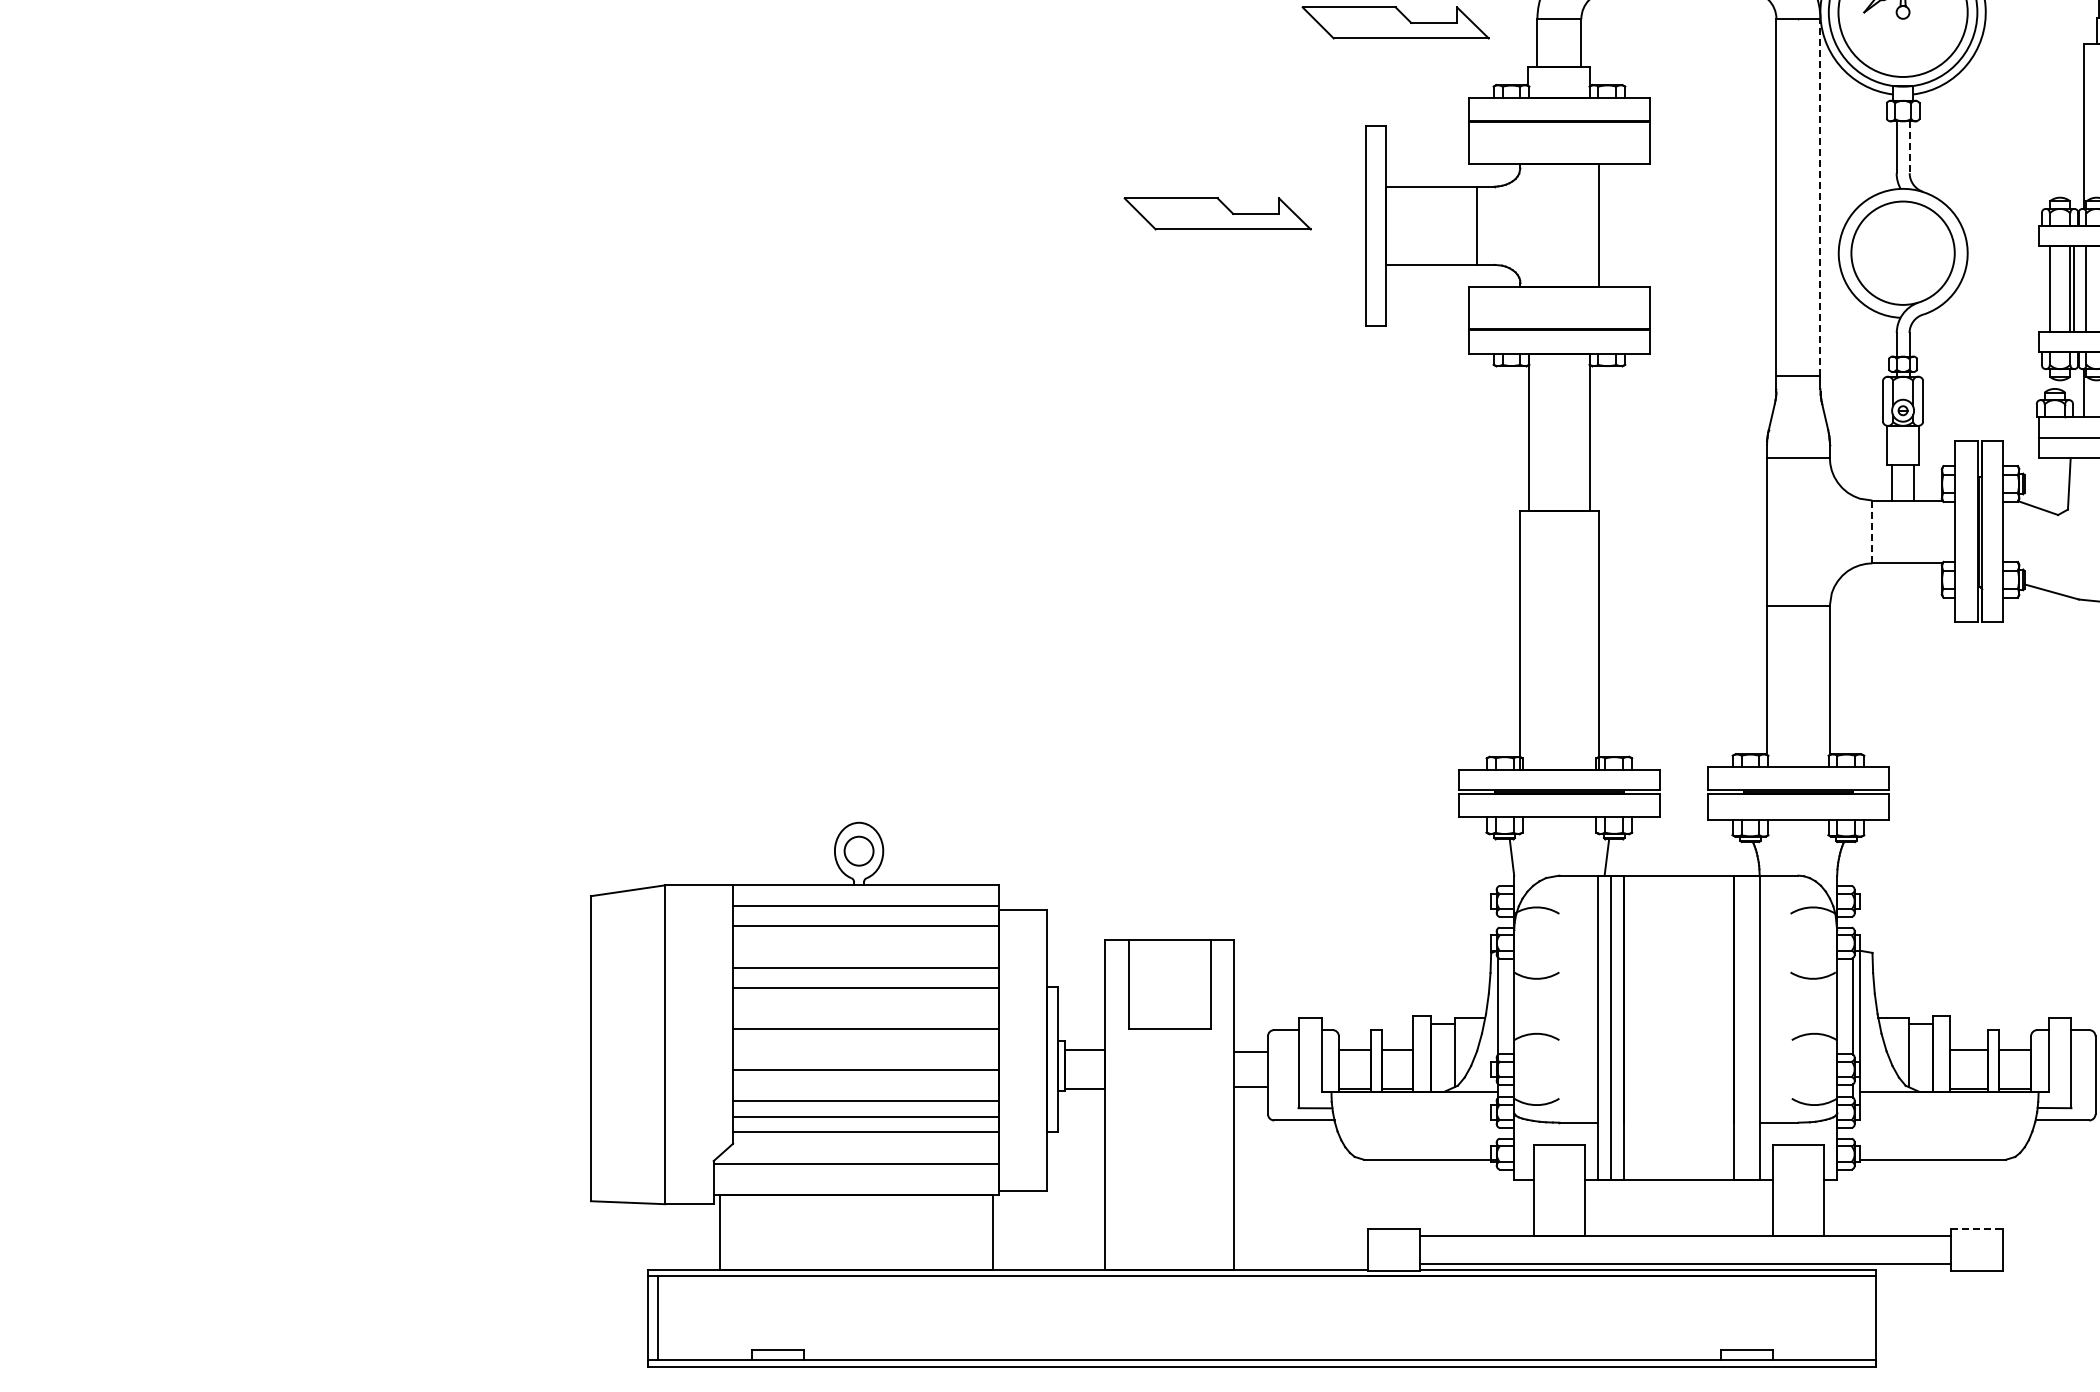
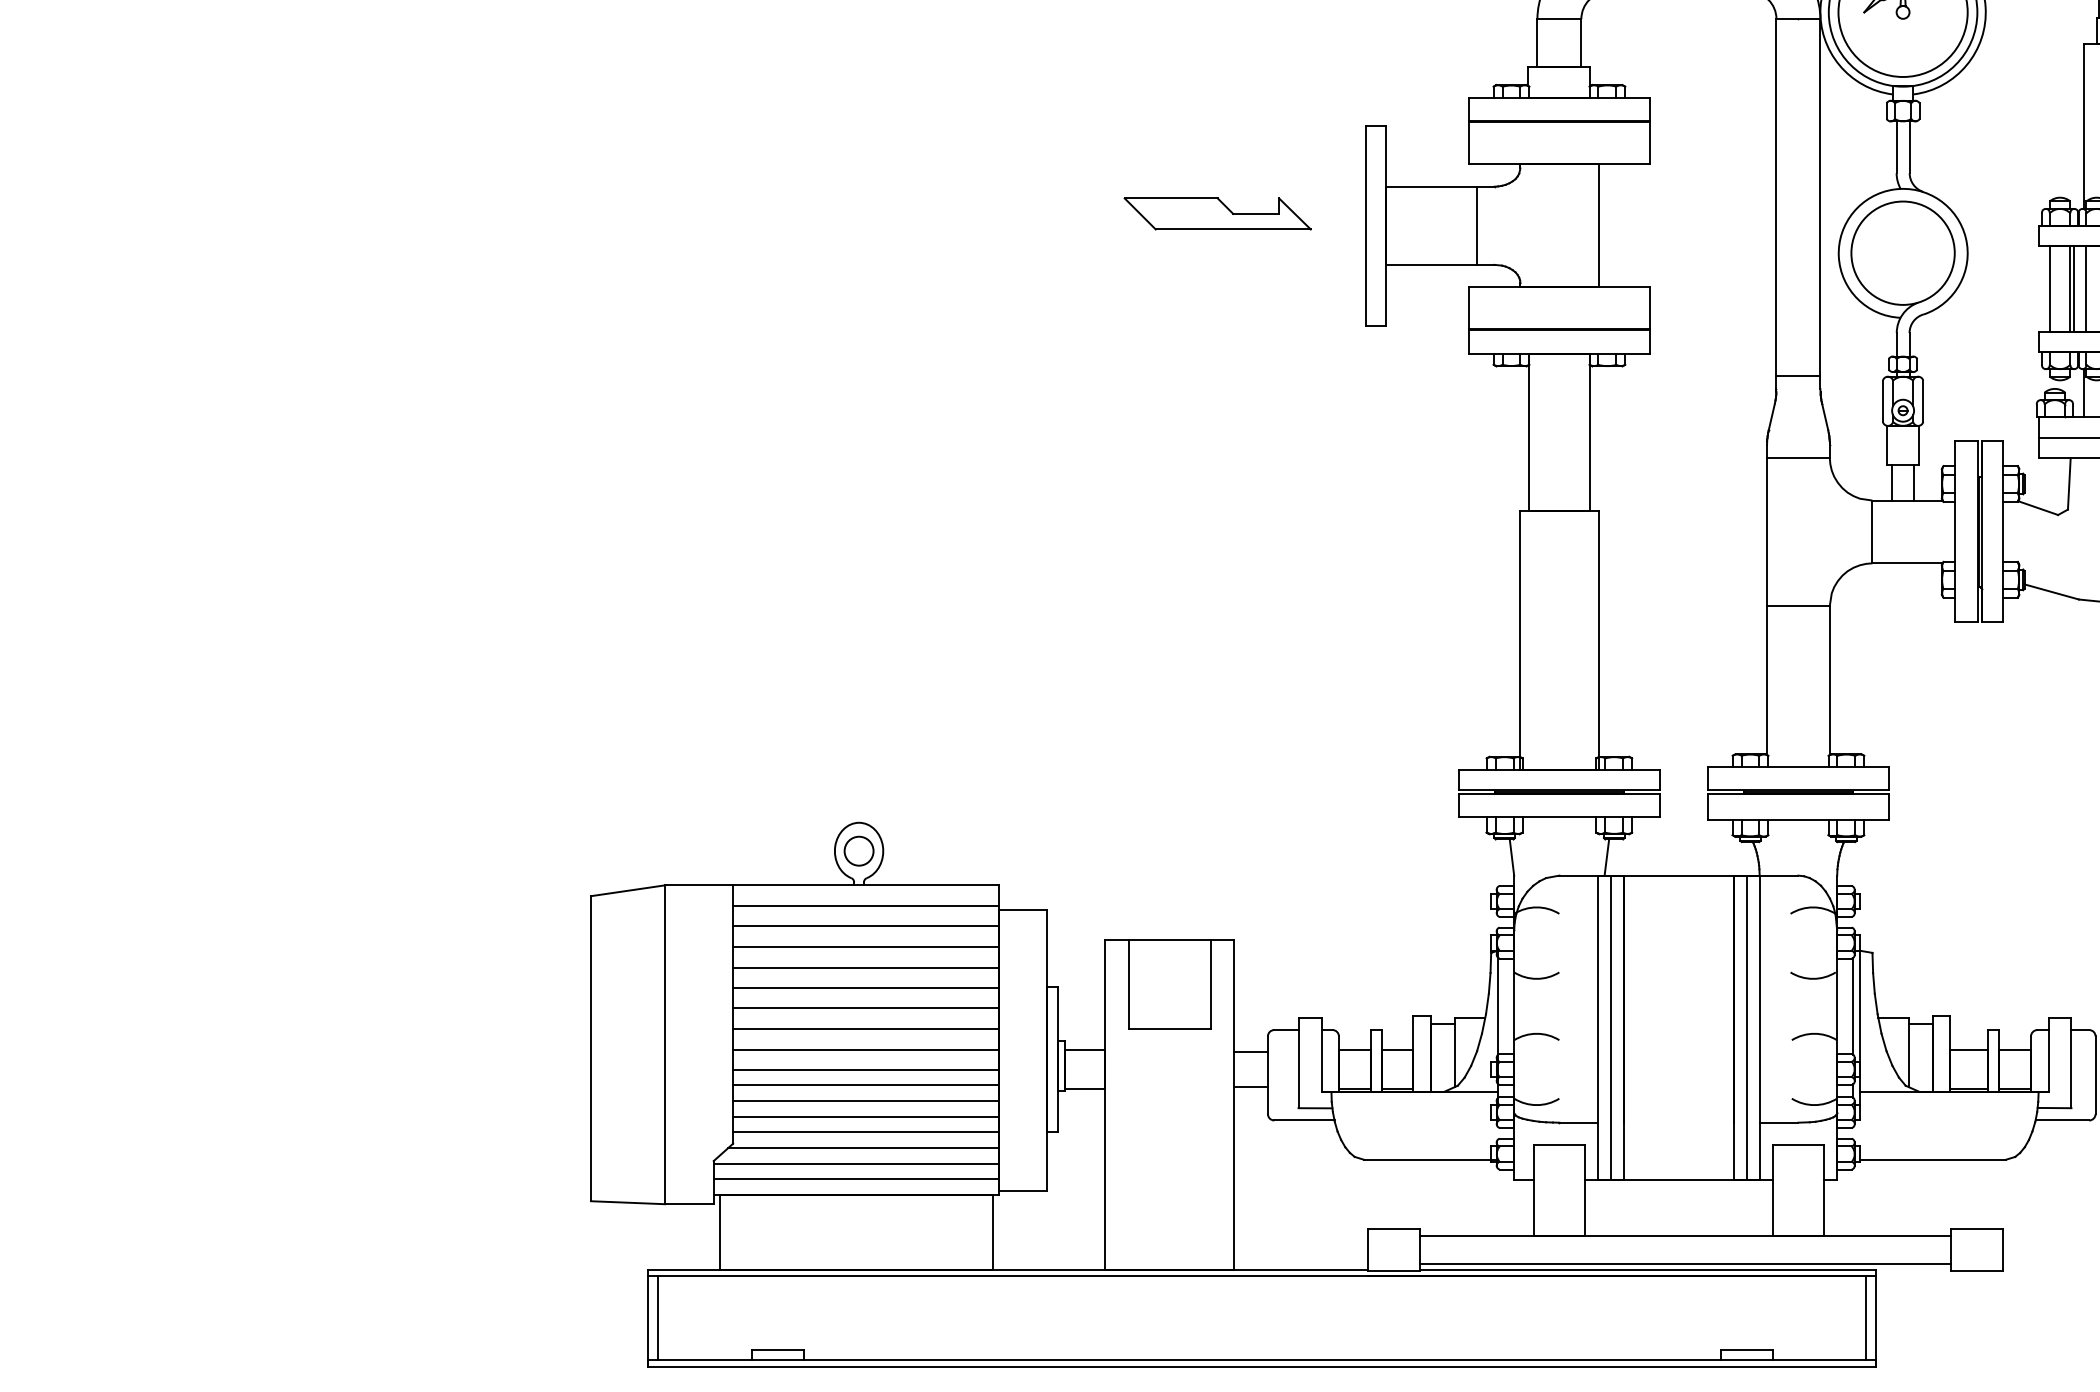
part at (1395, 22): present -> none
line at (1909, 147): dashed -> solid
line at (1820, 197): dashed -> solid
line at (1872, 532): dashed -> solid
line at (866, 946): none -> present
line at (866, 1008): none -> present
line at (1746, 1027): none -> present
line at (866, 1049): none -> present
line at (866, 1085): none -> present
line at (863, 1148): none -> present
line at (856, 1179): none -> present
line at (1977, 1229): dashed -> solid
line at (1866, 1318): none -> present
